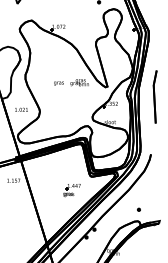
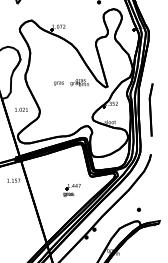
part at (154, 96) position: (154, 96) -> (150, 109)
